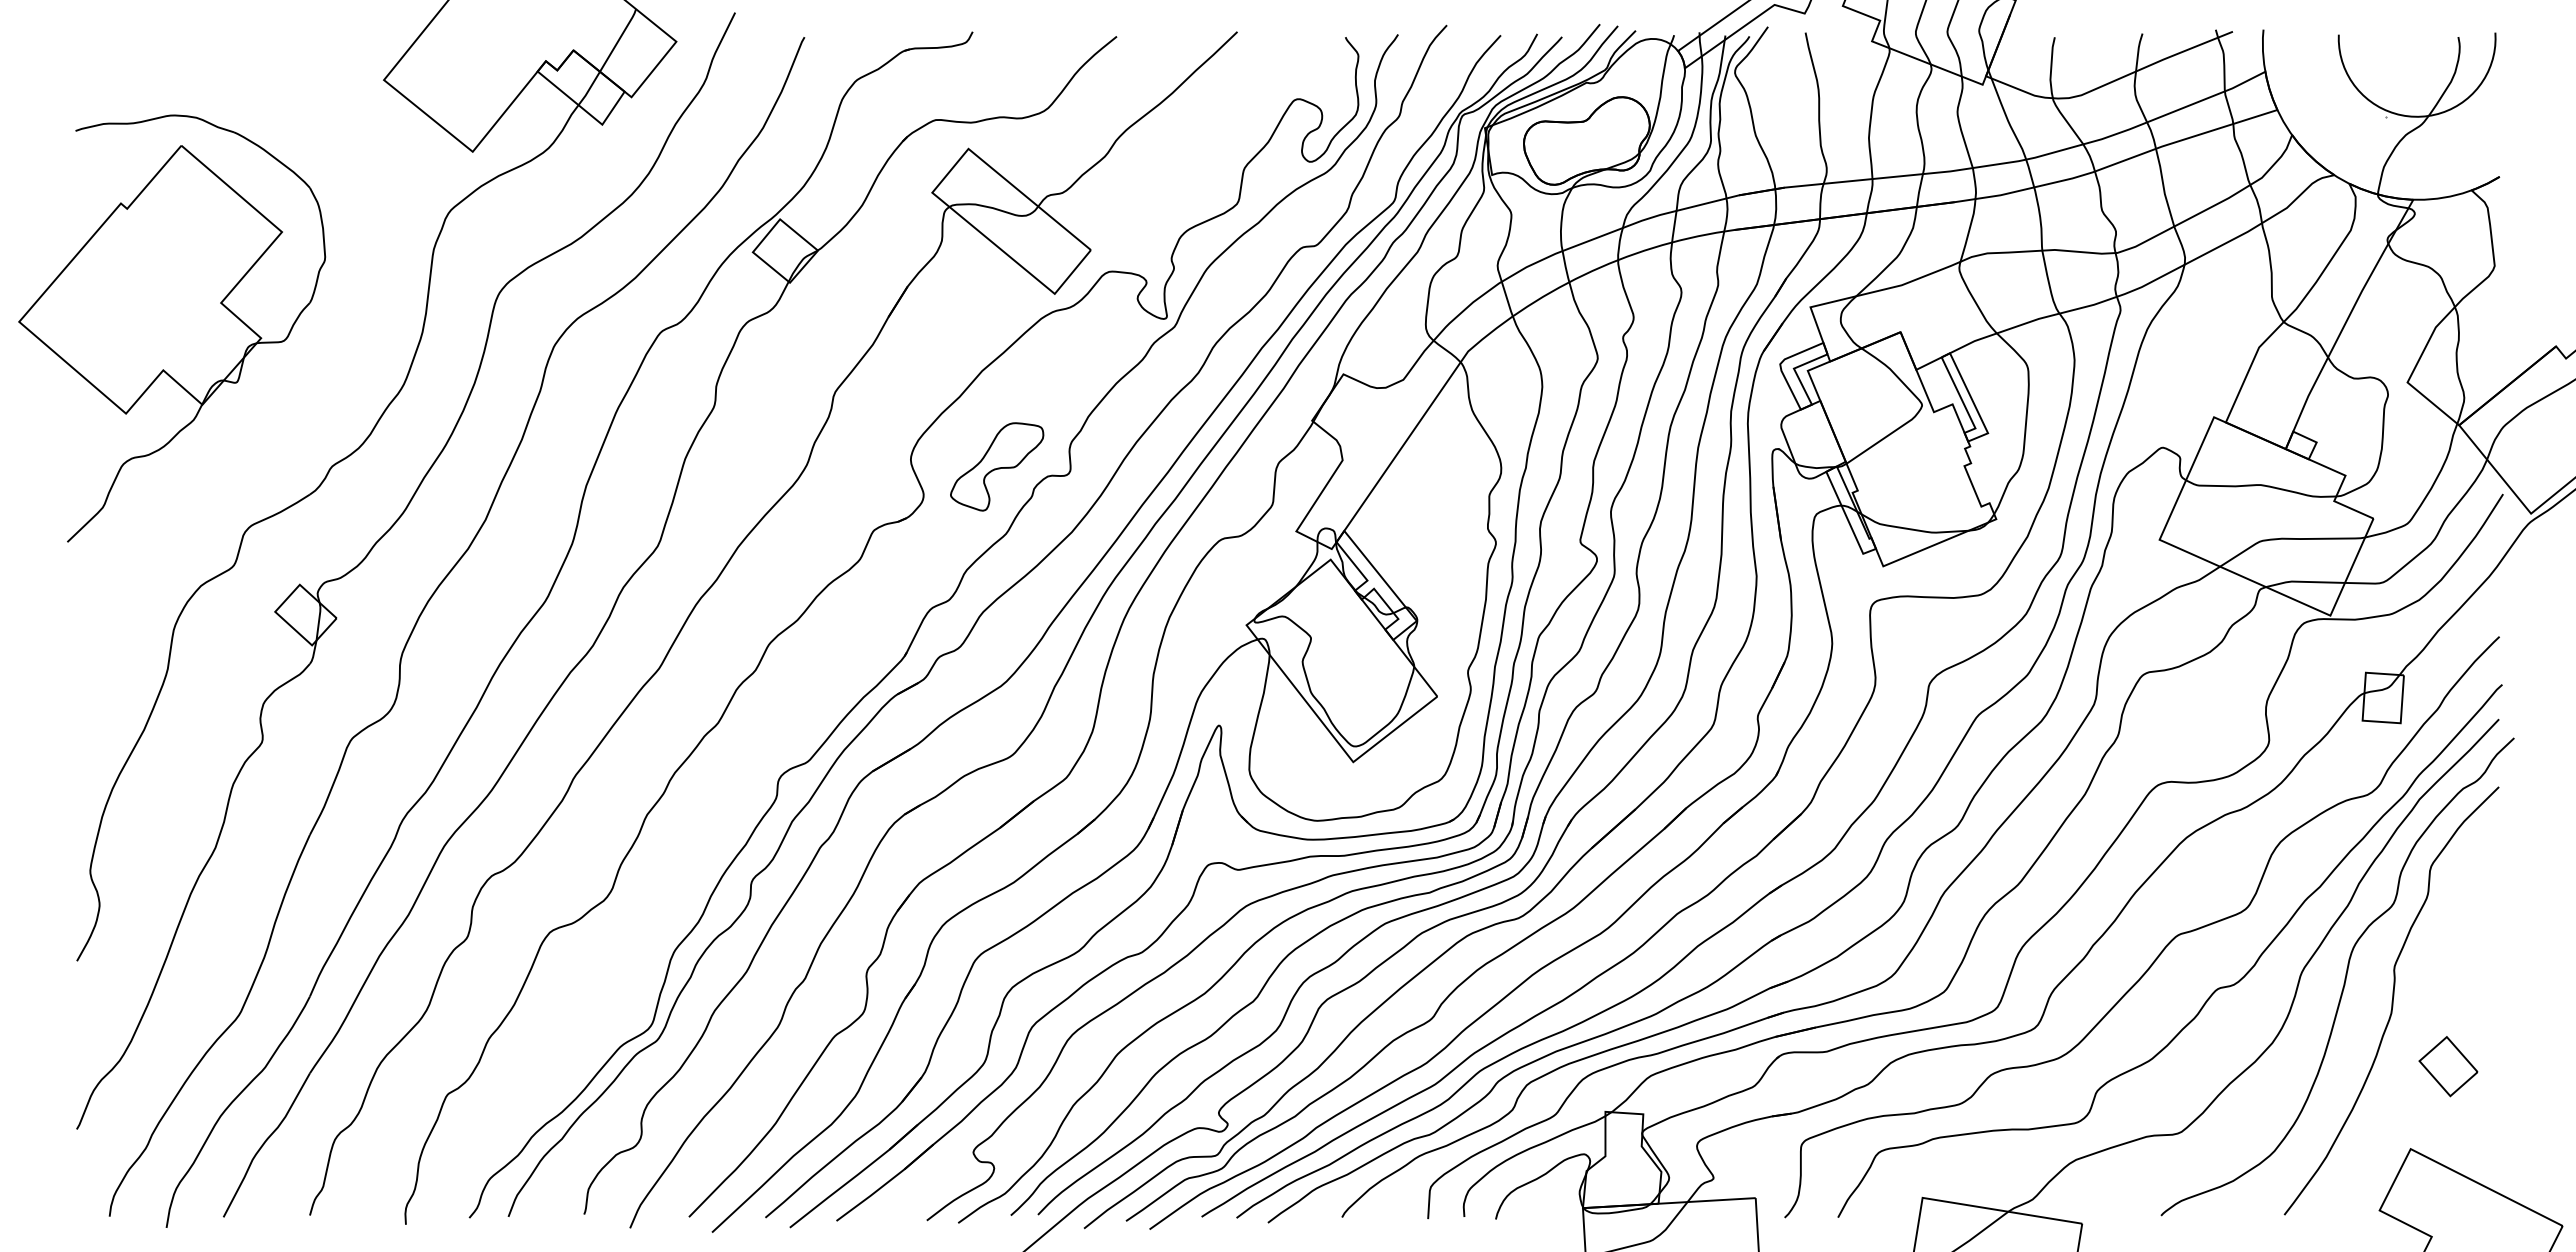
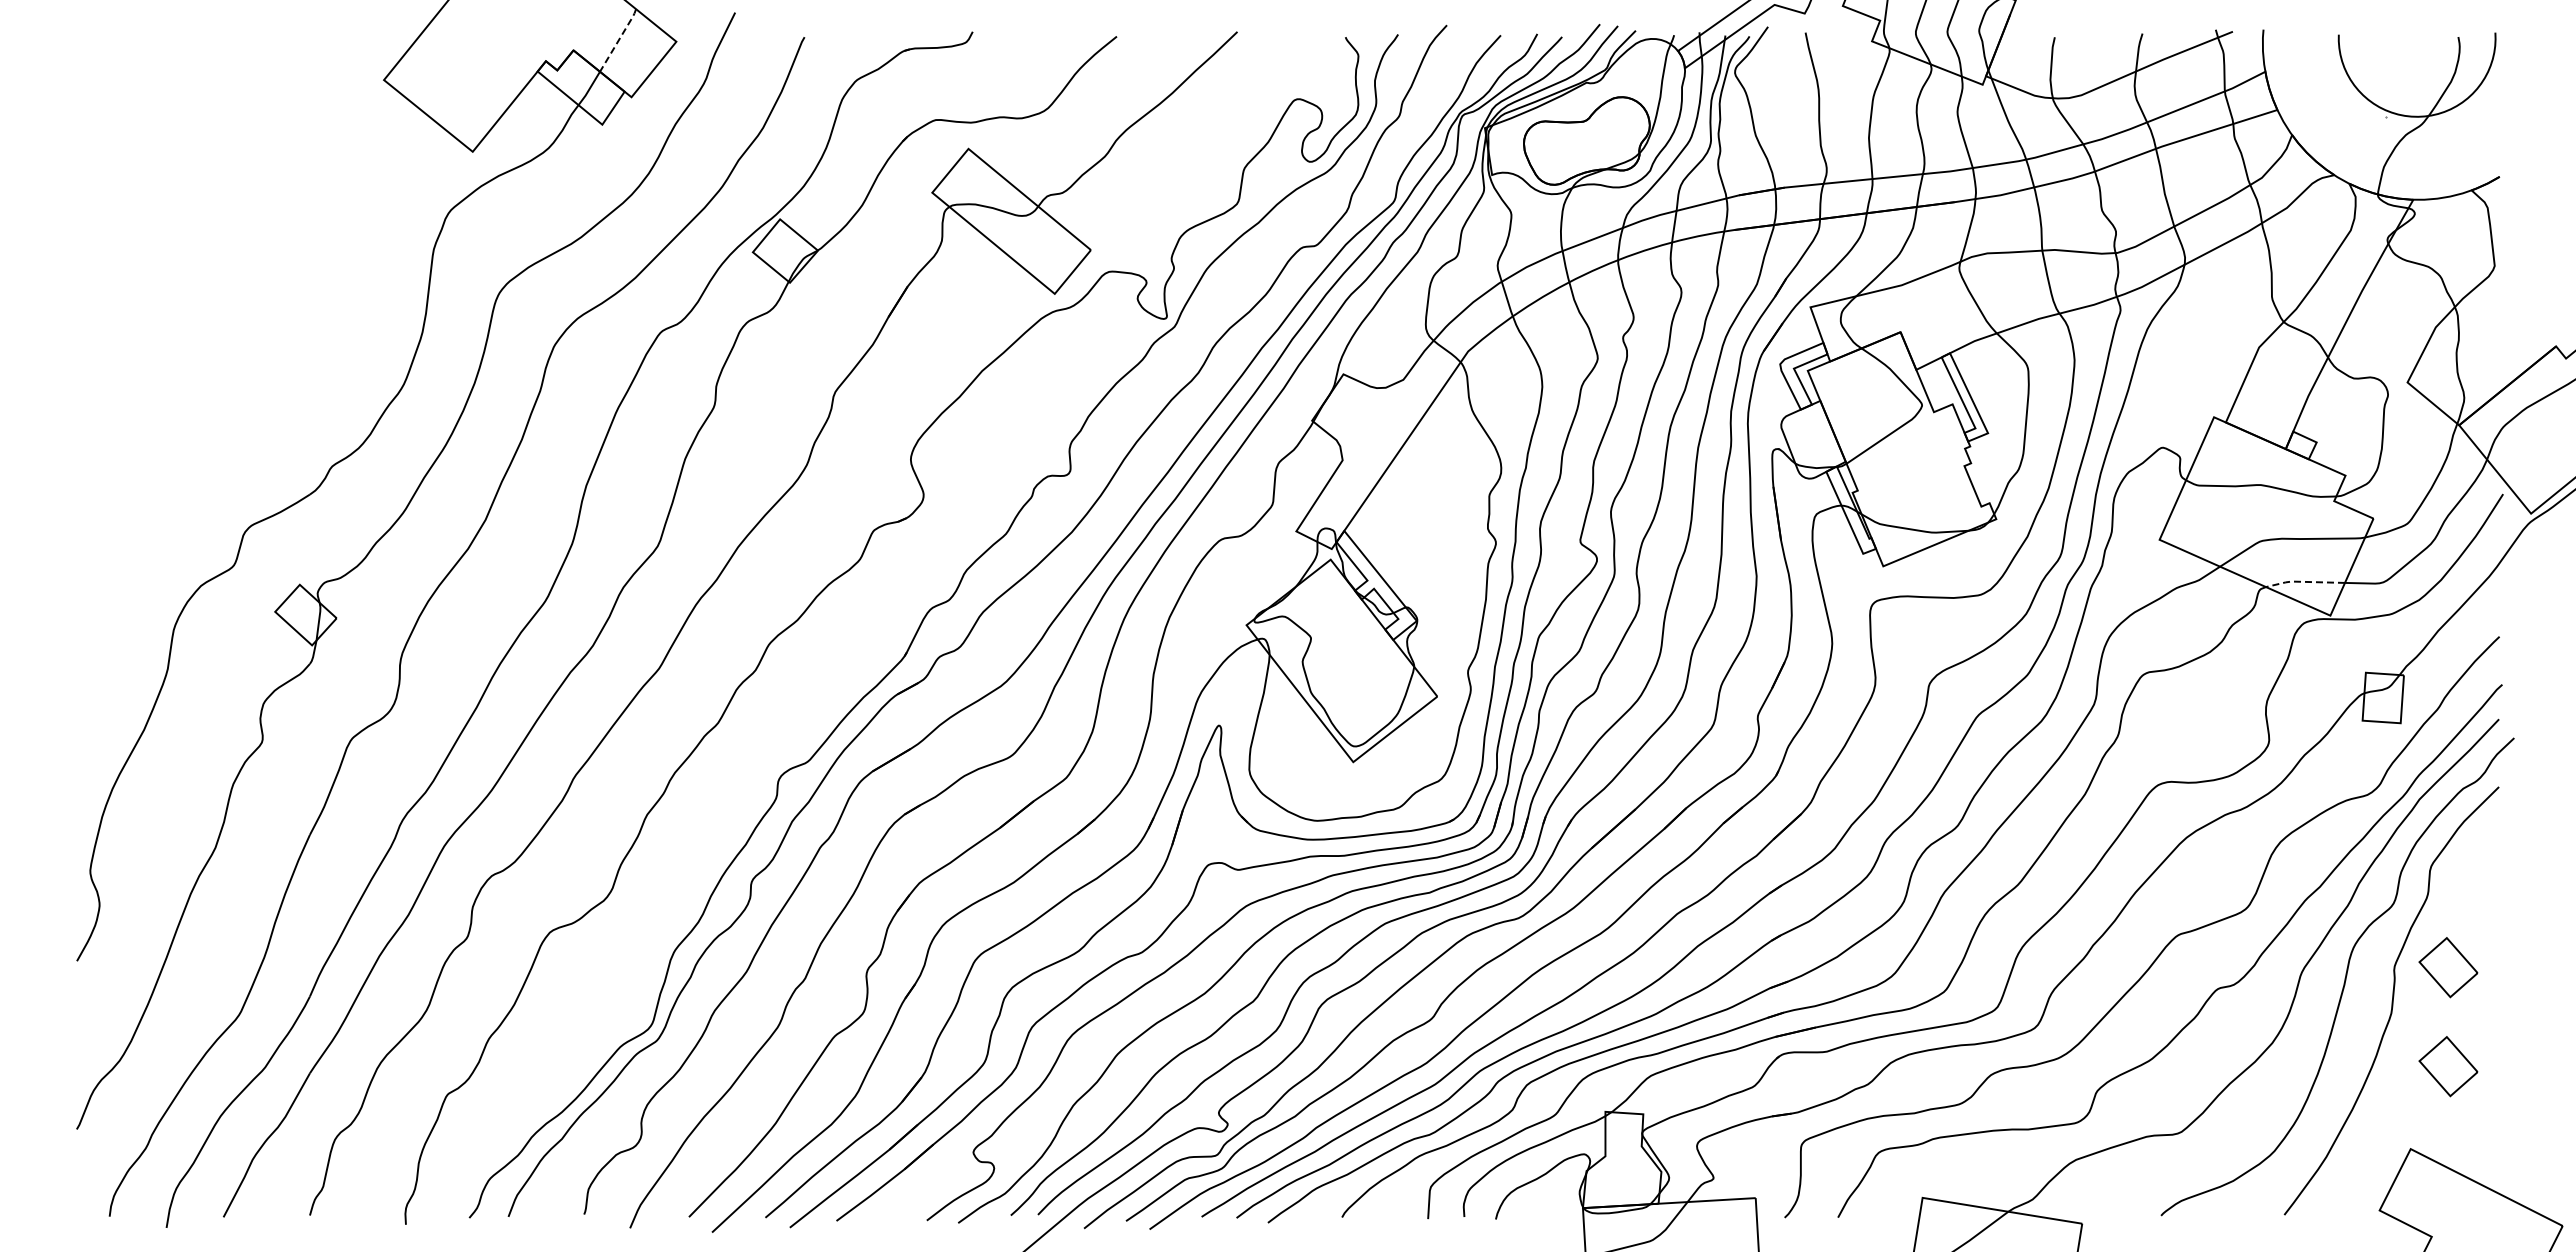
line at (619, 39): solid -> dashed
part at (172, 328): present -> none
part at (997, 466): present -> none
line at (2303, 581): solid -> dashed
part at (2448, 967): none -> present
